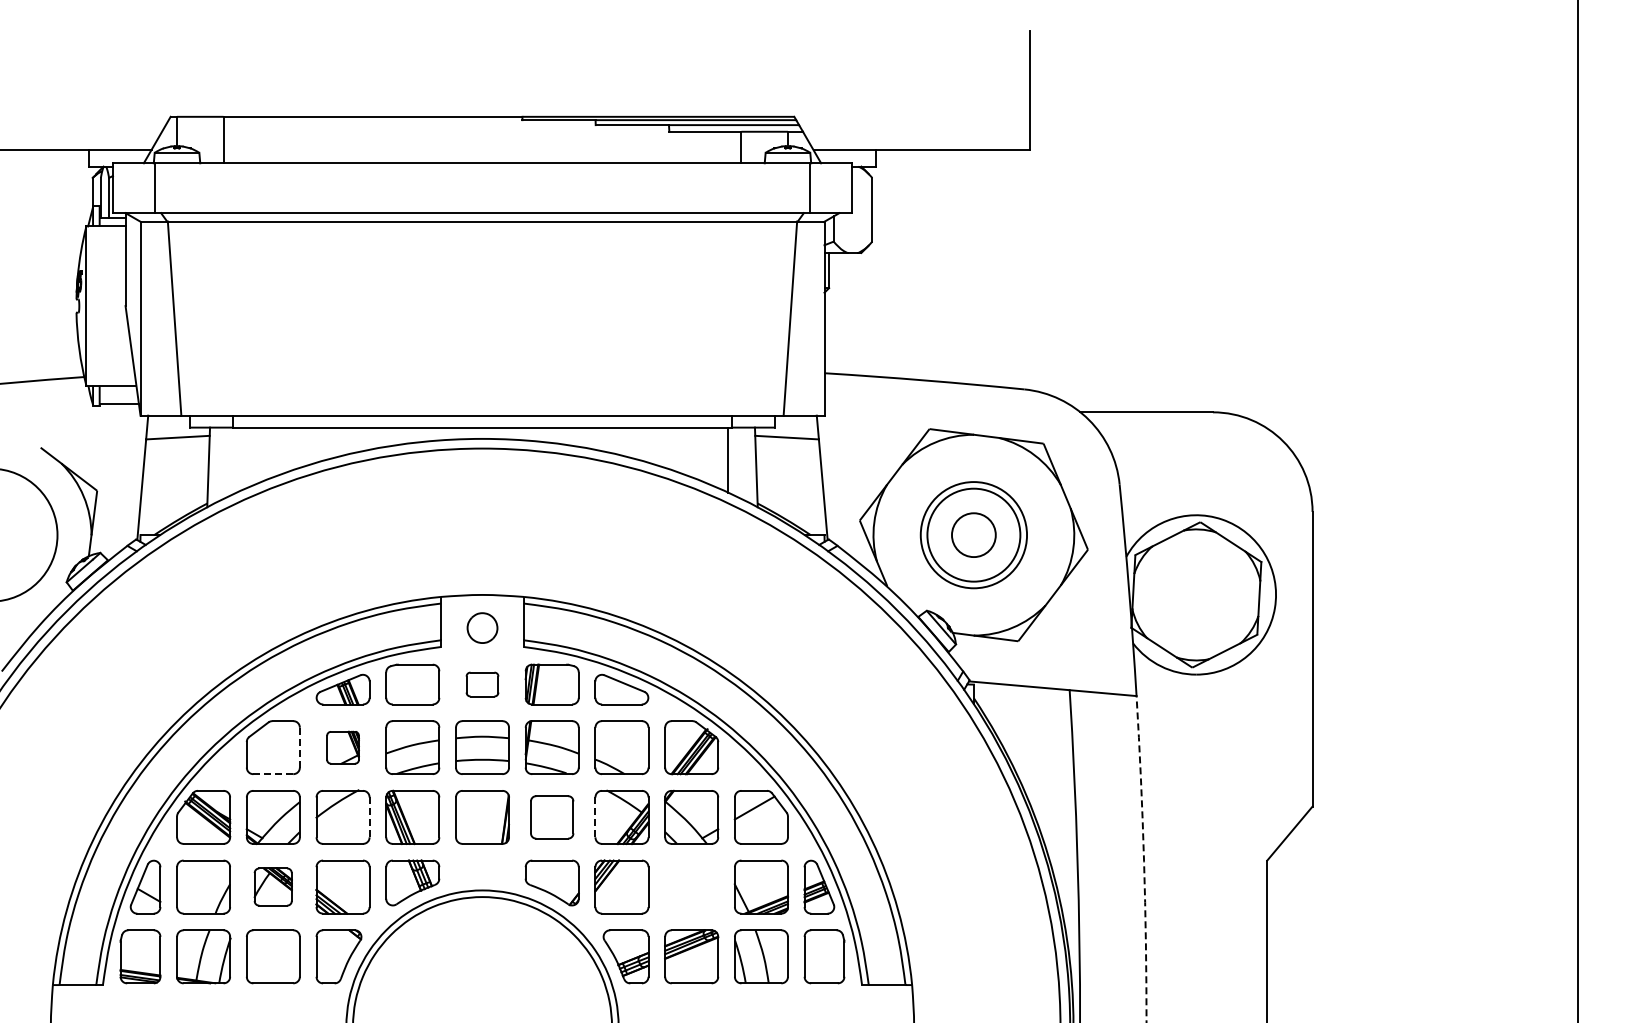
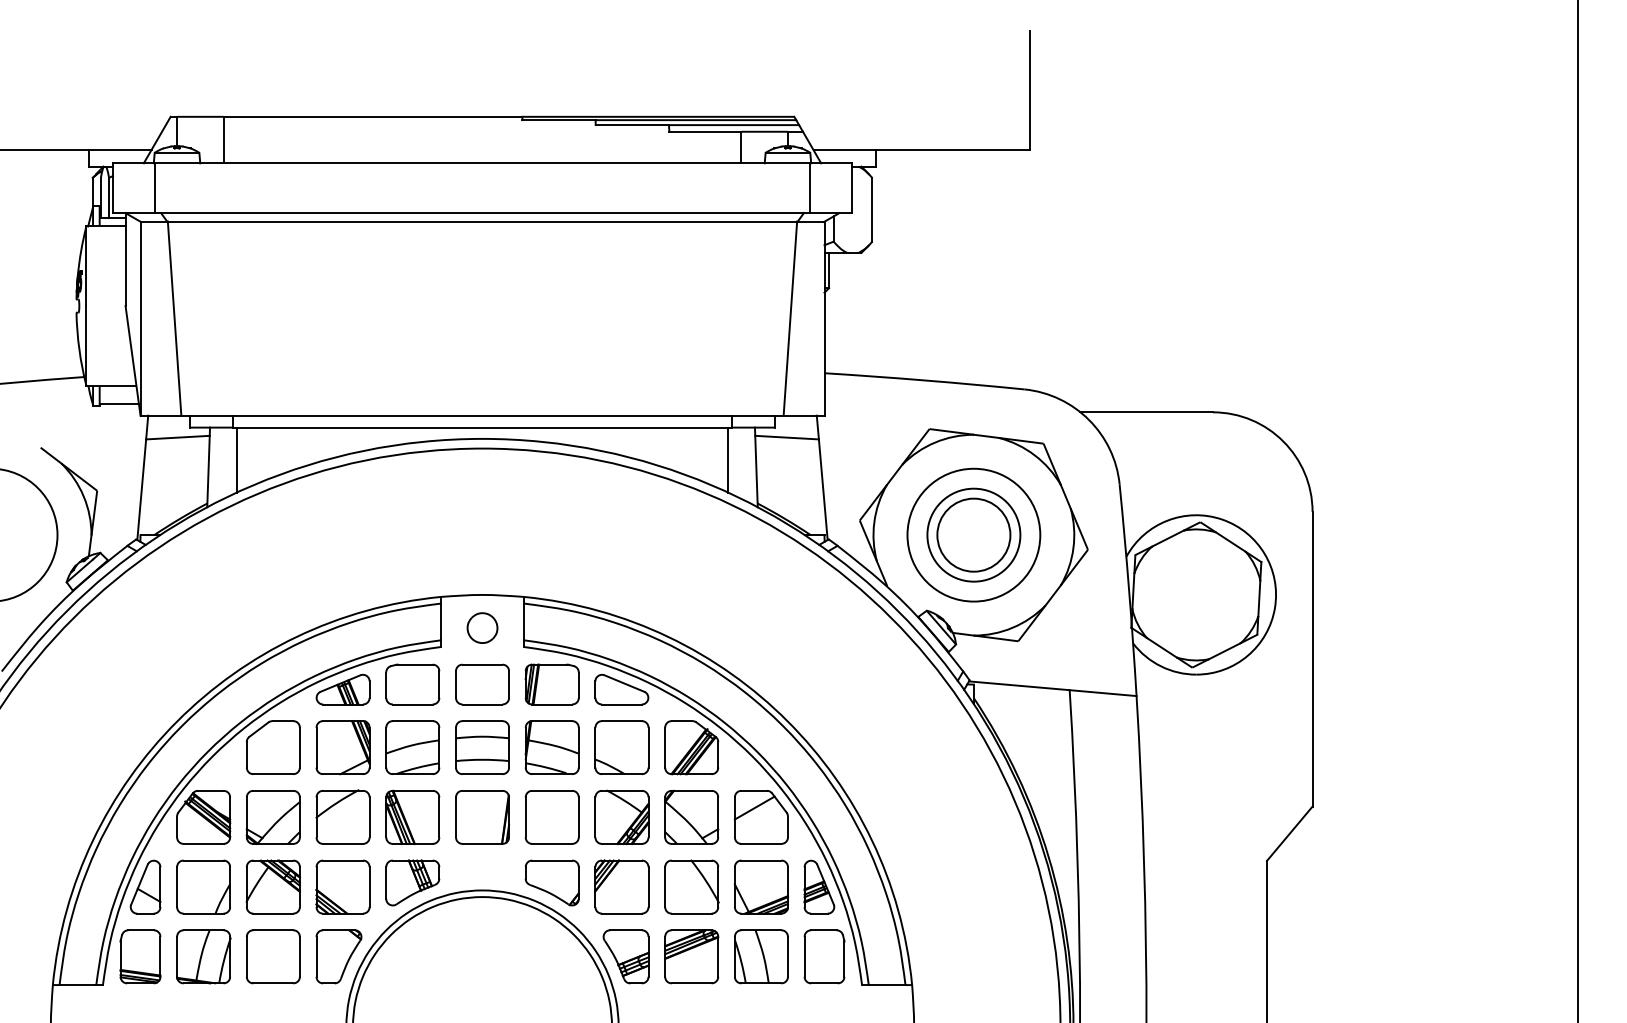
line at (236, 459): none -> present
circle at (973, 535) diameter: 106 px -> 133 px
circle at (973, 535) diameter: 44 px -> 73 px
part at (482, 684) size: 35x27 px -> 55x43 px
line at (299, 747): dashed -> solid
part at (342, 747) size: 34x35 px -> 56x56 px
line at (273, 774): dashed -> solid
line at (369, 817): dashed -> solid
part at (552, 817) size: 45x45 px -> 56x55 px
line at (595, 817): dashed -> solid
arc at (1143, 859): dashed -> solid
part at (272, 886) size: 40x40 px -> 56x56 px
part at (691, 886): none -> present
